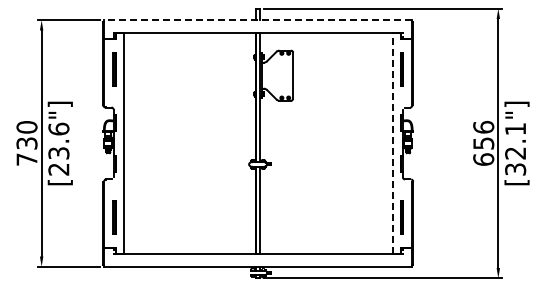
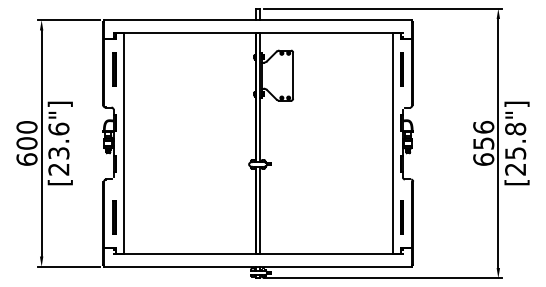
line at (257, 20): dashed -> solid
line at (392, 143): dashed -> solid
text at (515, 148): [32.1"] -> [25.8"]
text at (26, 151): 730 -> 600
